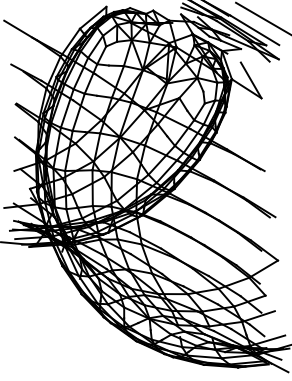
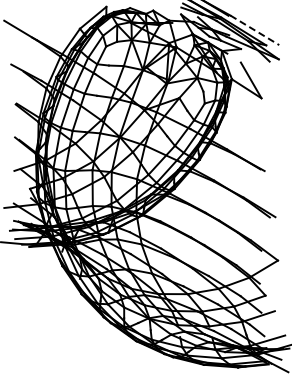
line at (262, 17): present -> none
line at (254, 30): solid -> dashed
